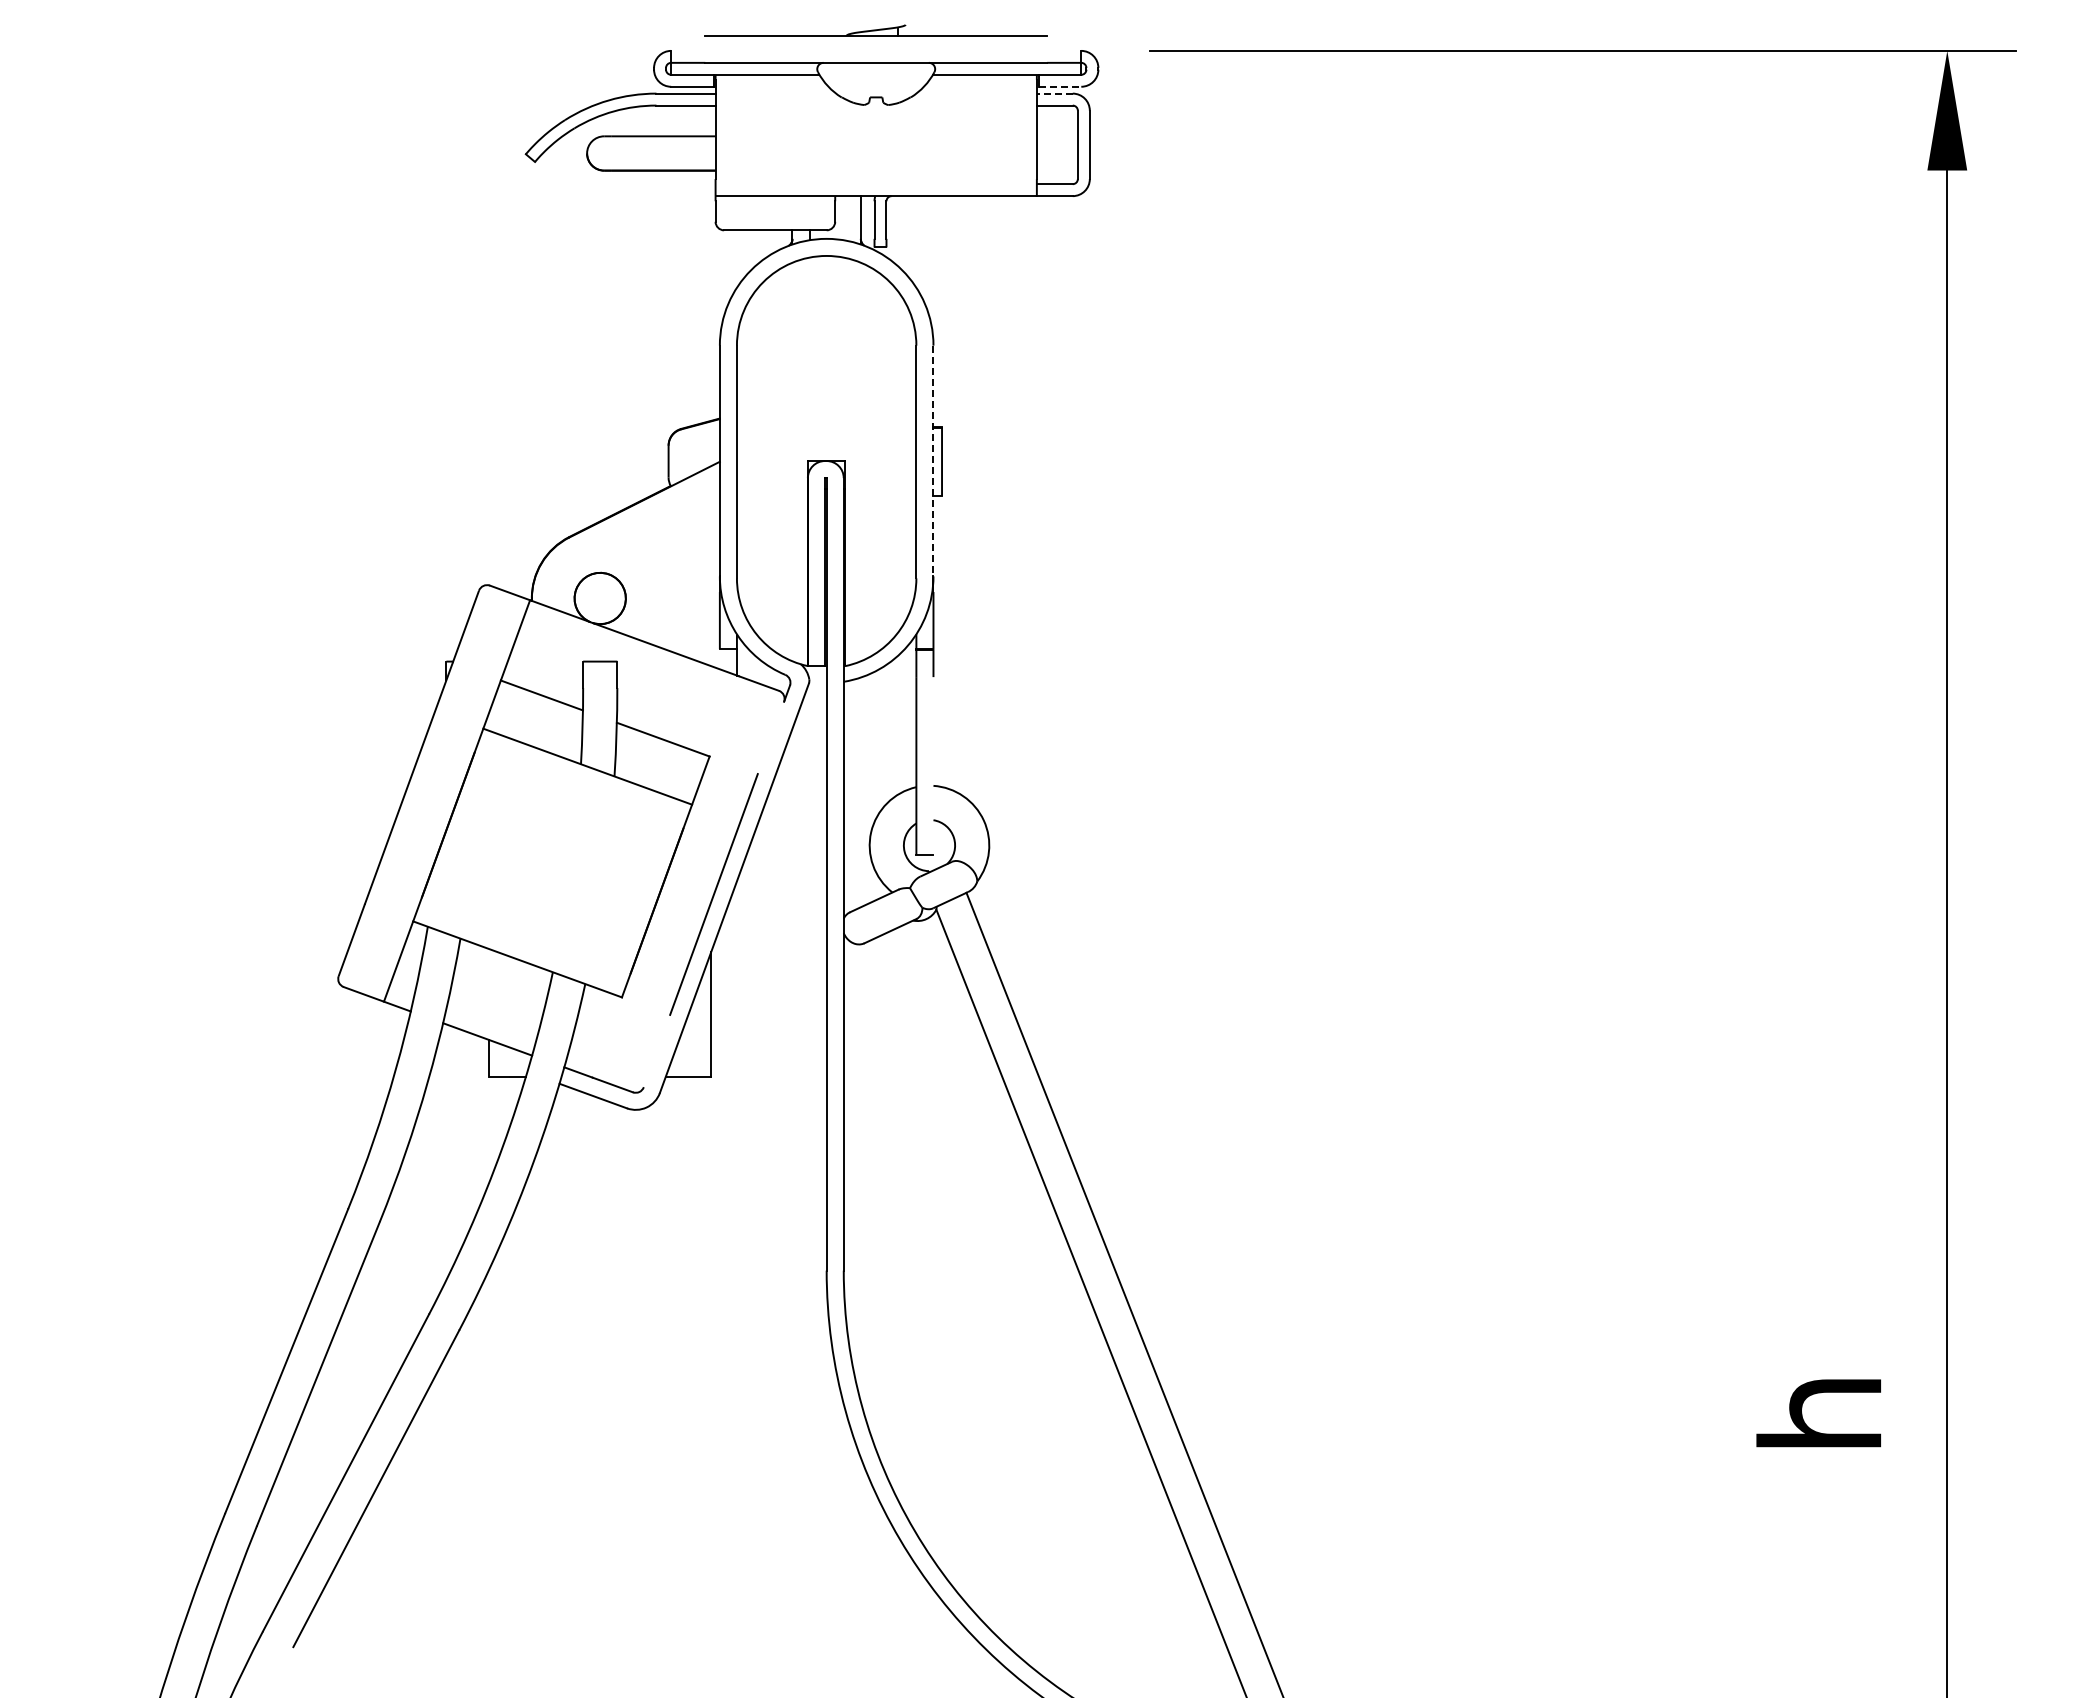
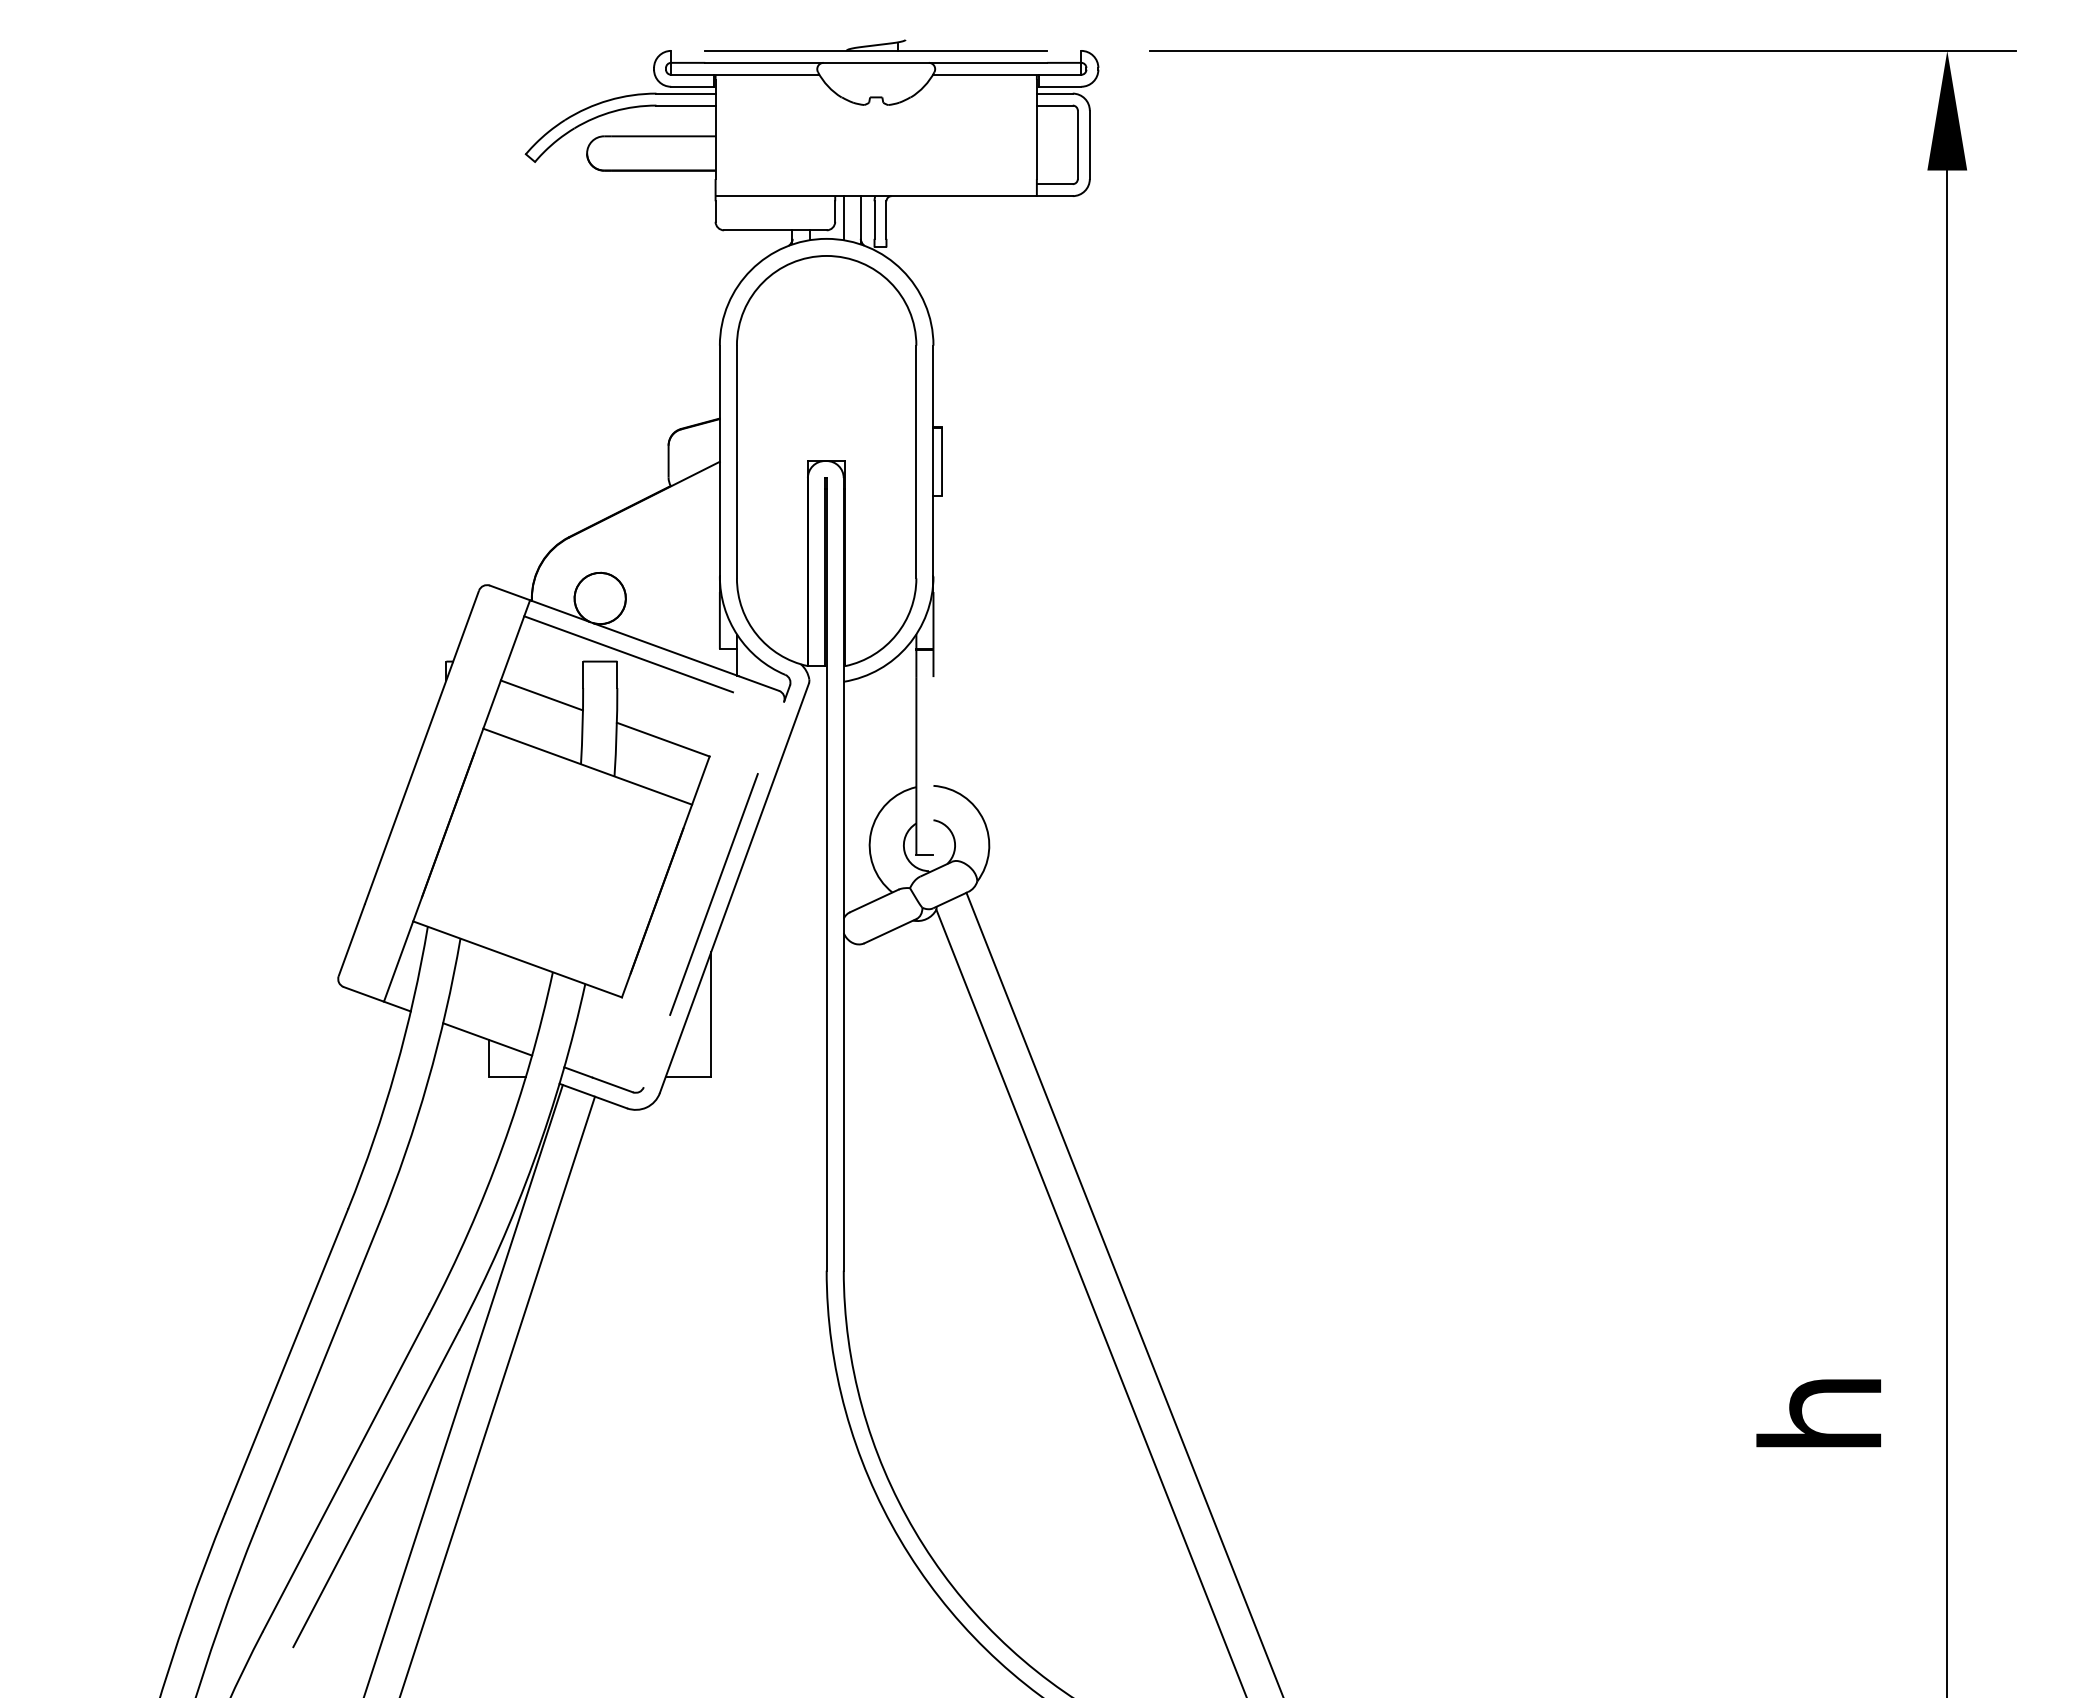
part at (875, 30) position: (875, 30) -> (875, 45)
line at (1060, 86): dashed -> solid
line at (1054, 93): dashed -> solid
line at (843, 218): none -> present
line at (933, 461): dashed -> solid
line at (628, 654): none -> present
line at (463, 1389): none -> present
line at (497, 1395): none -> present
